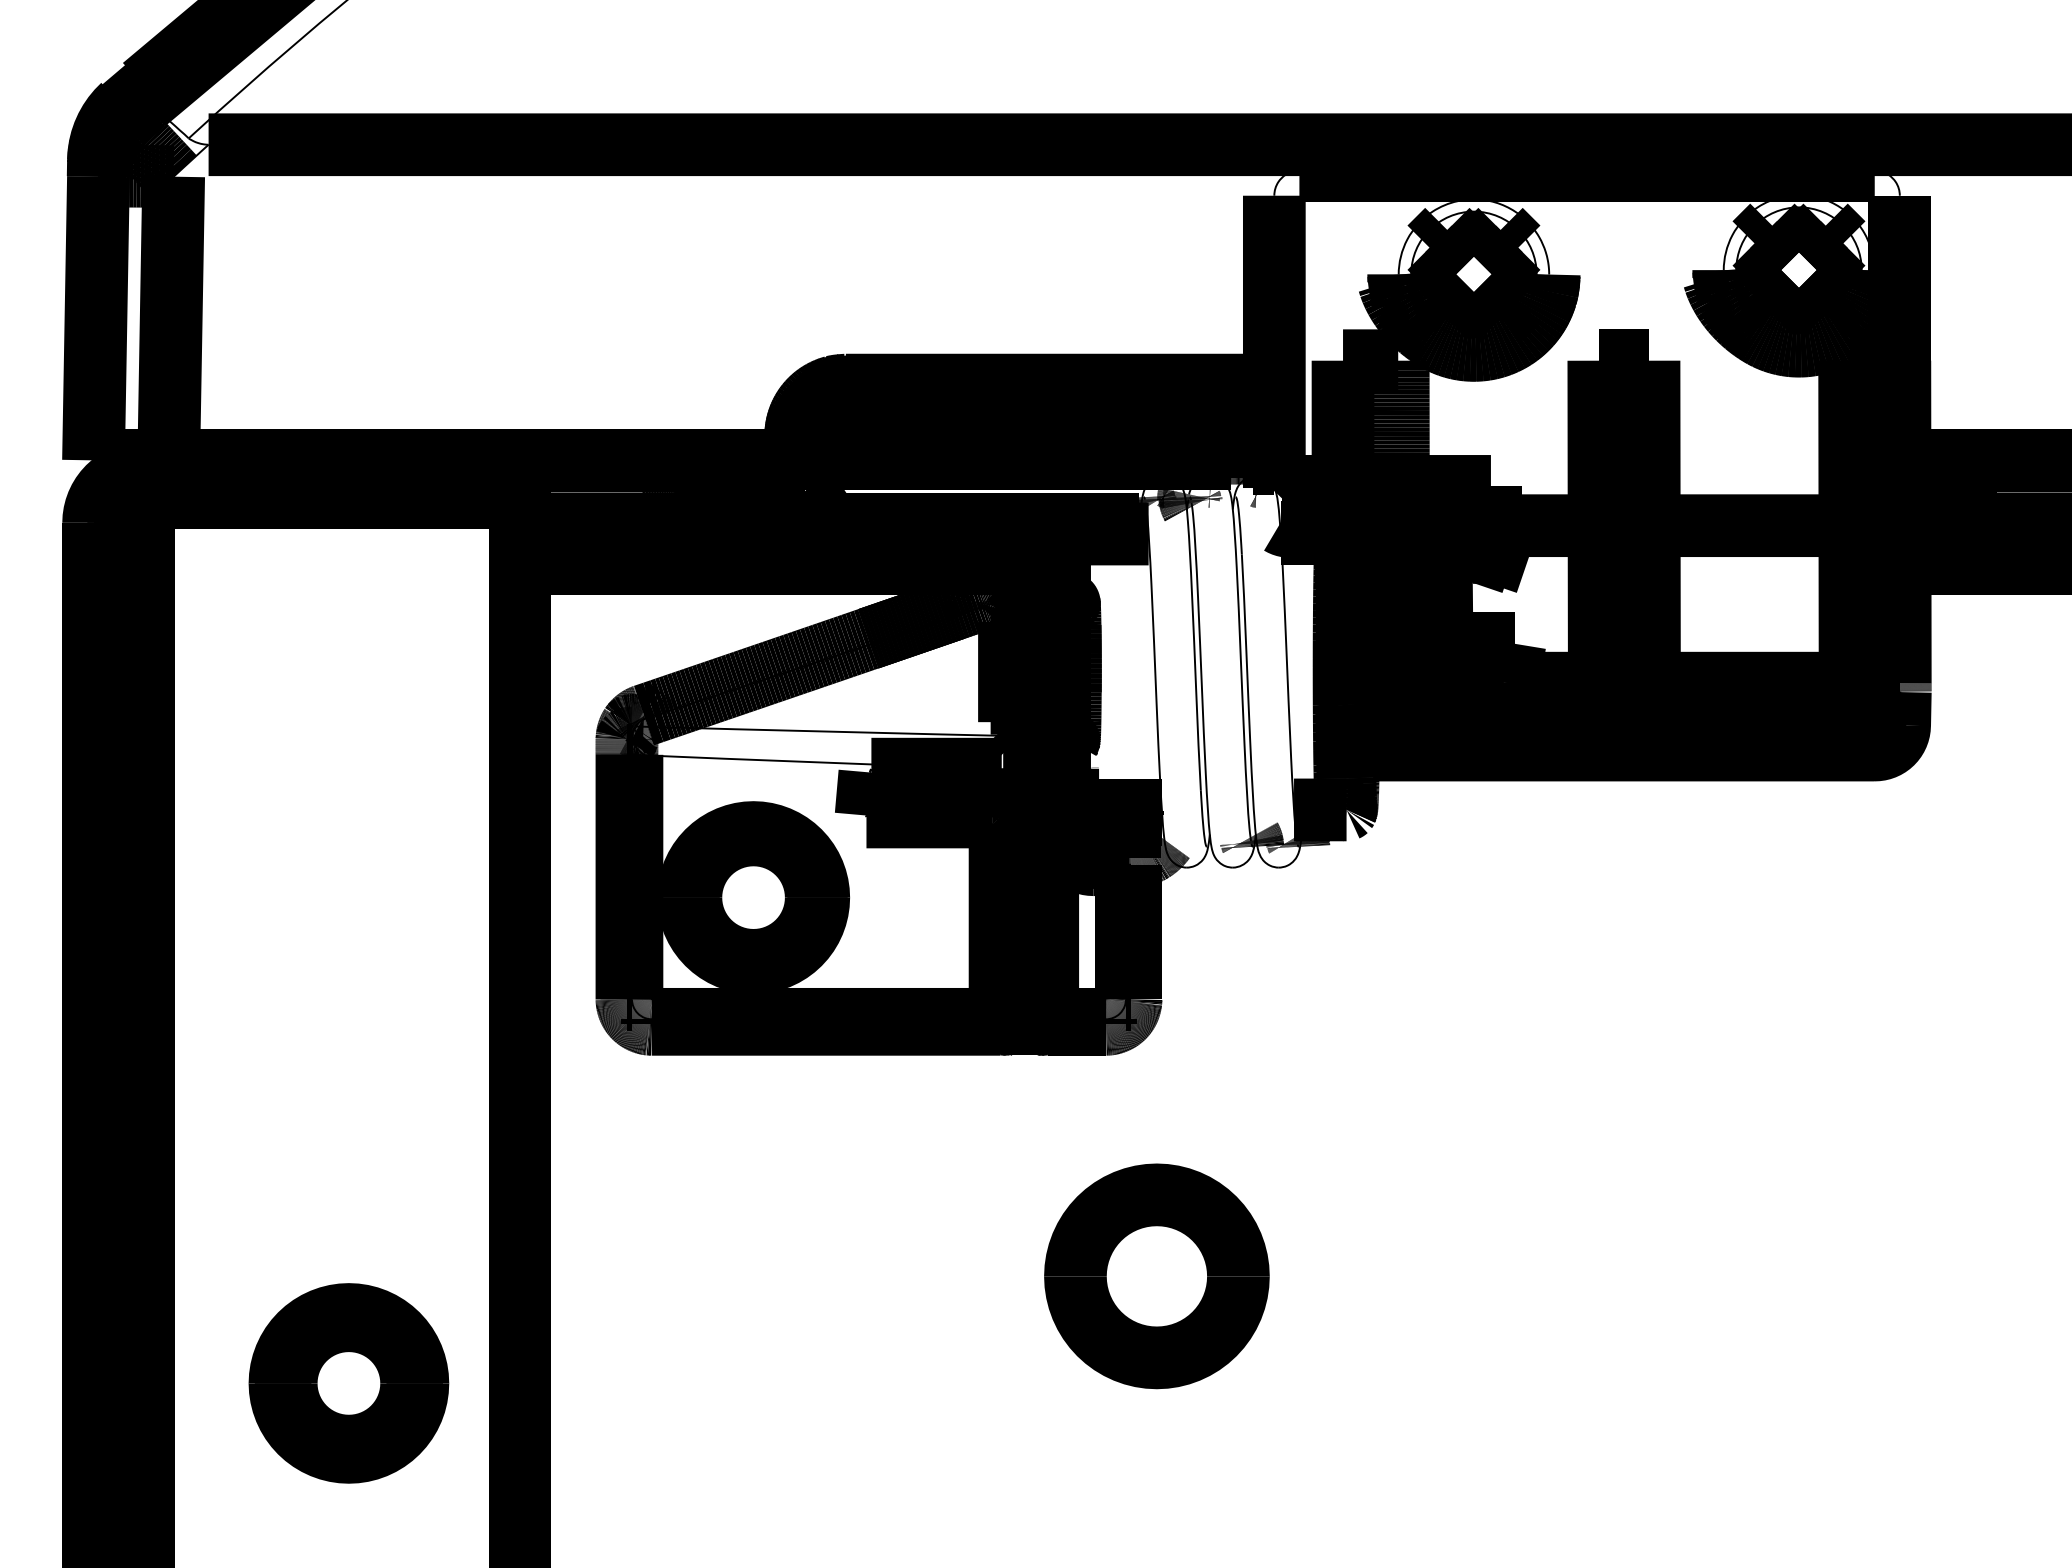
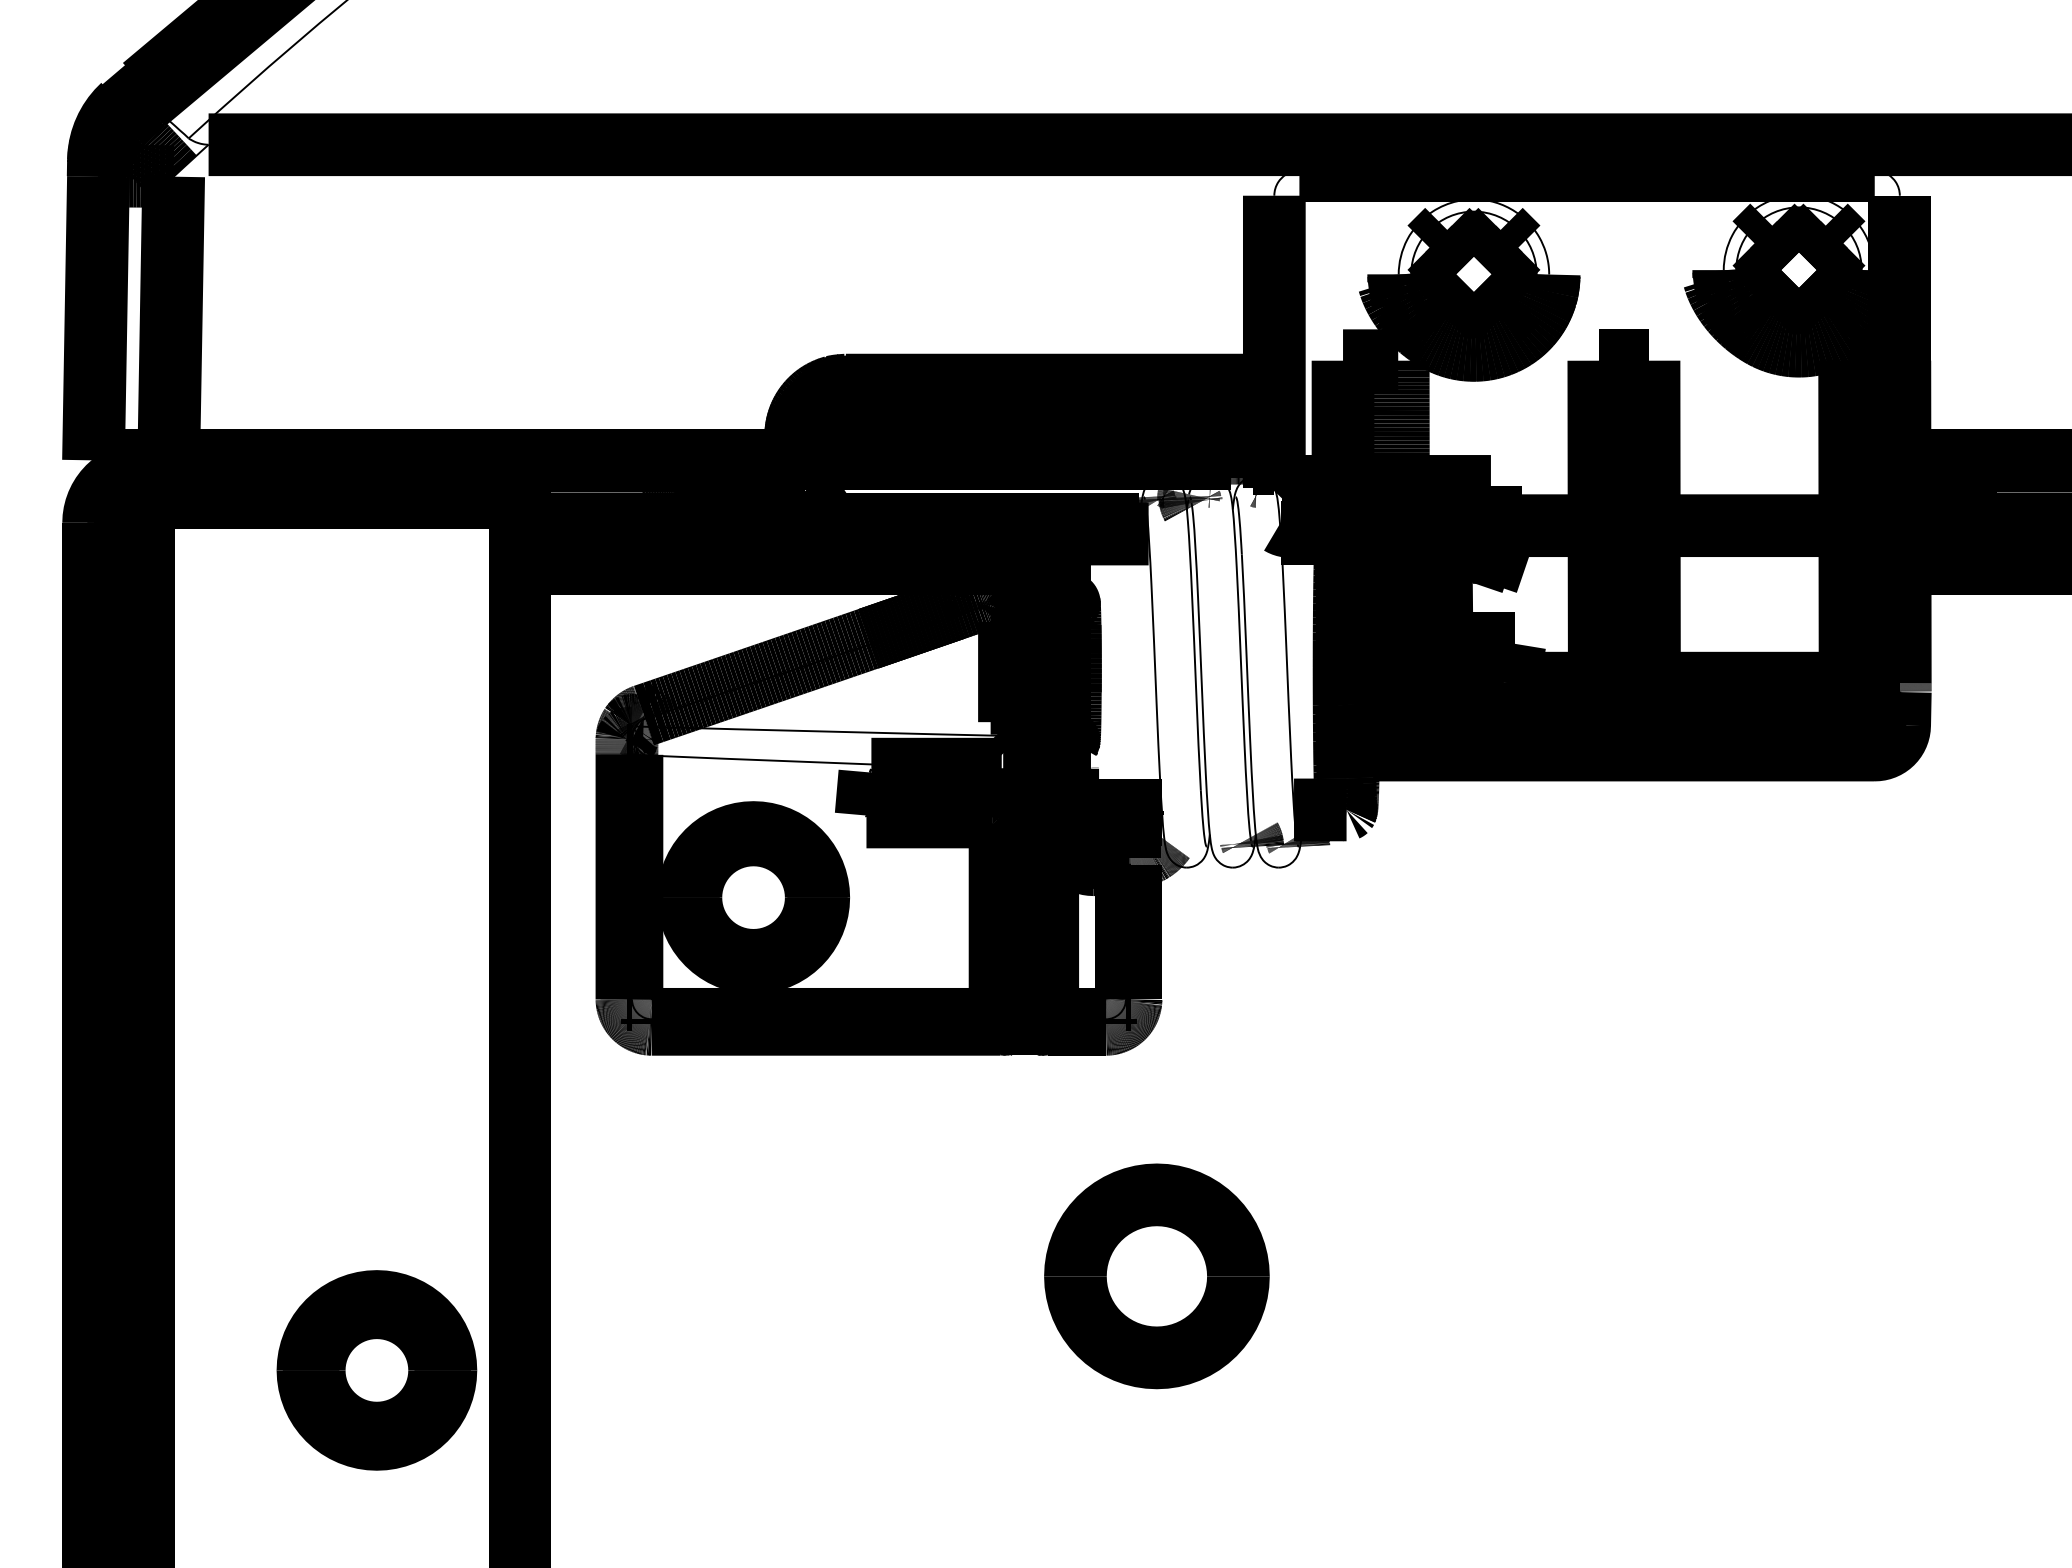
part at (348, 1383) position: (348, 1383) -> (376, 1370)
